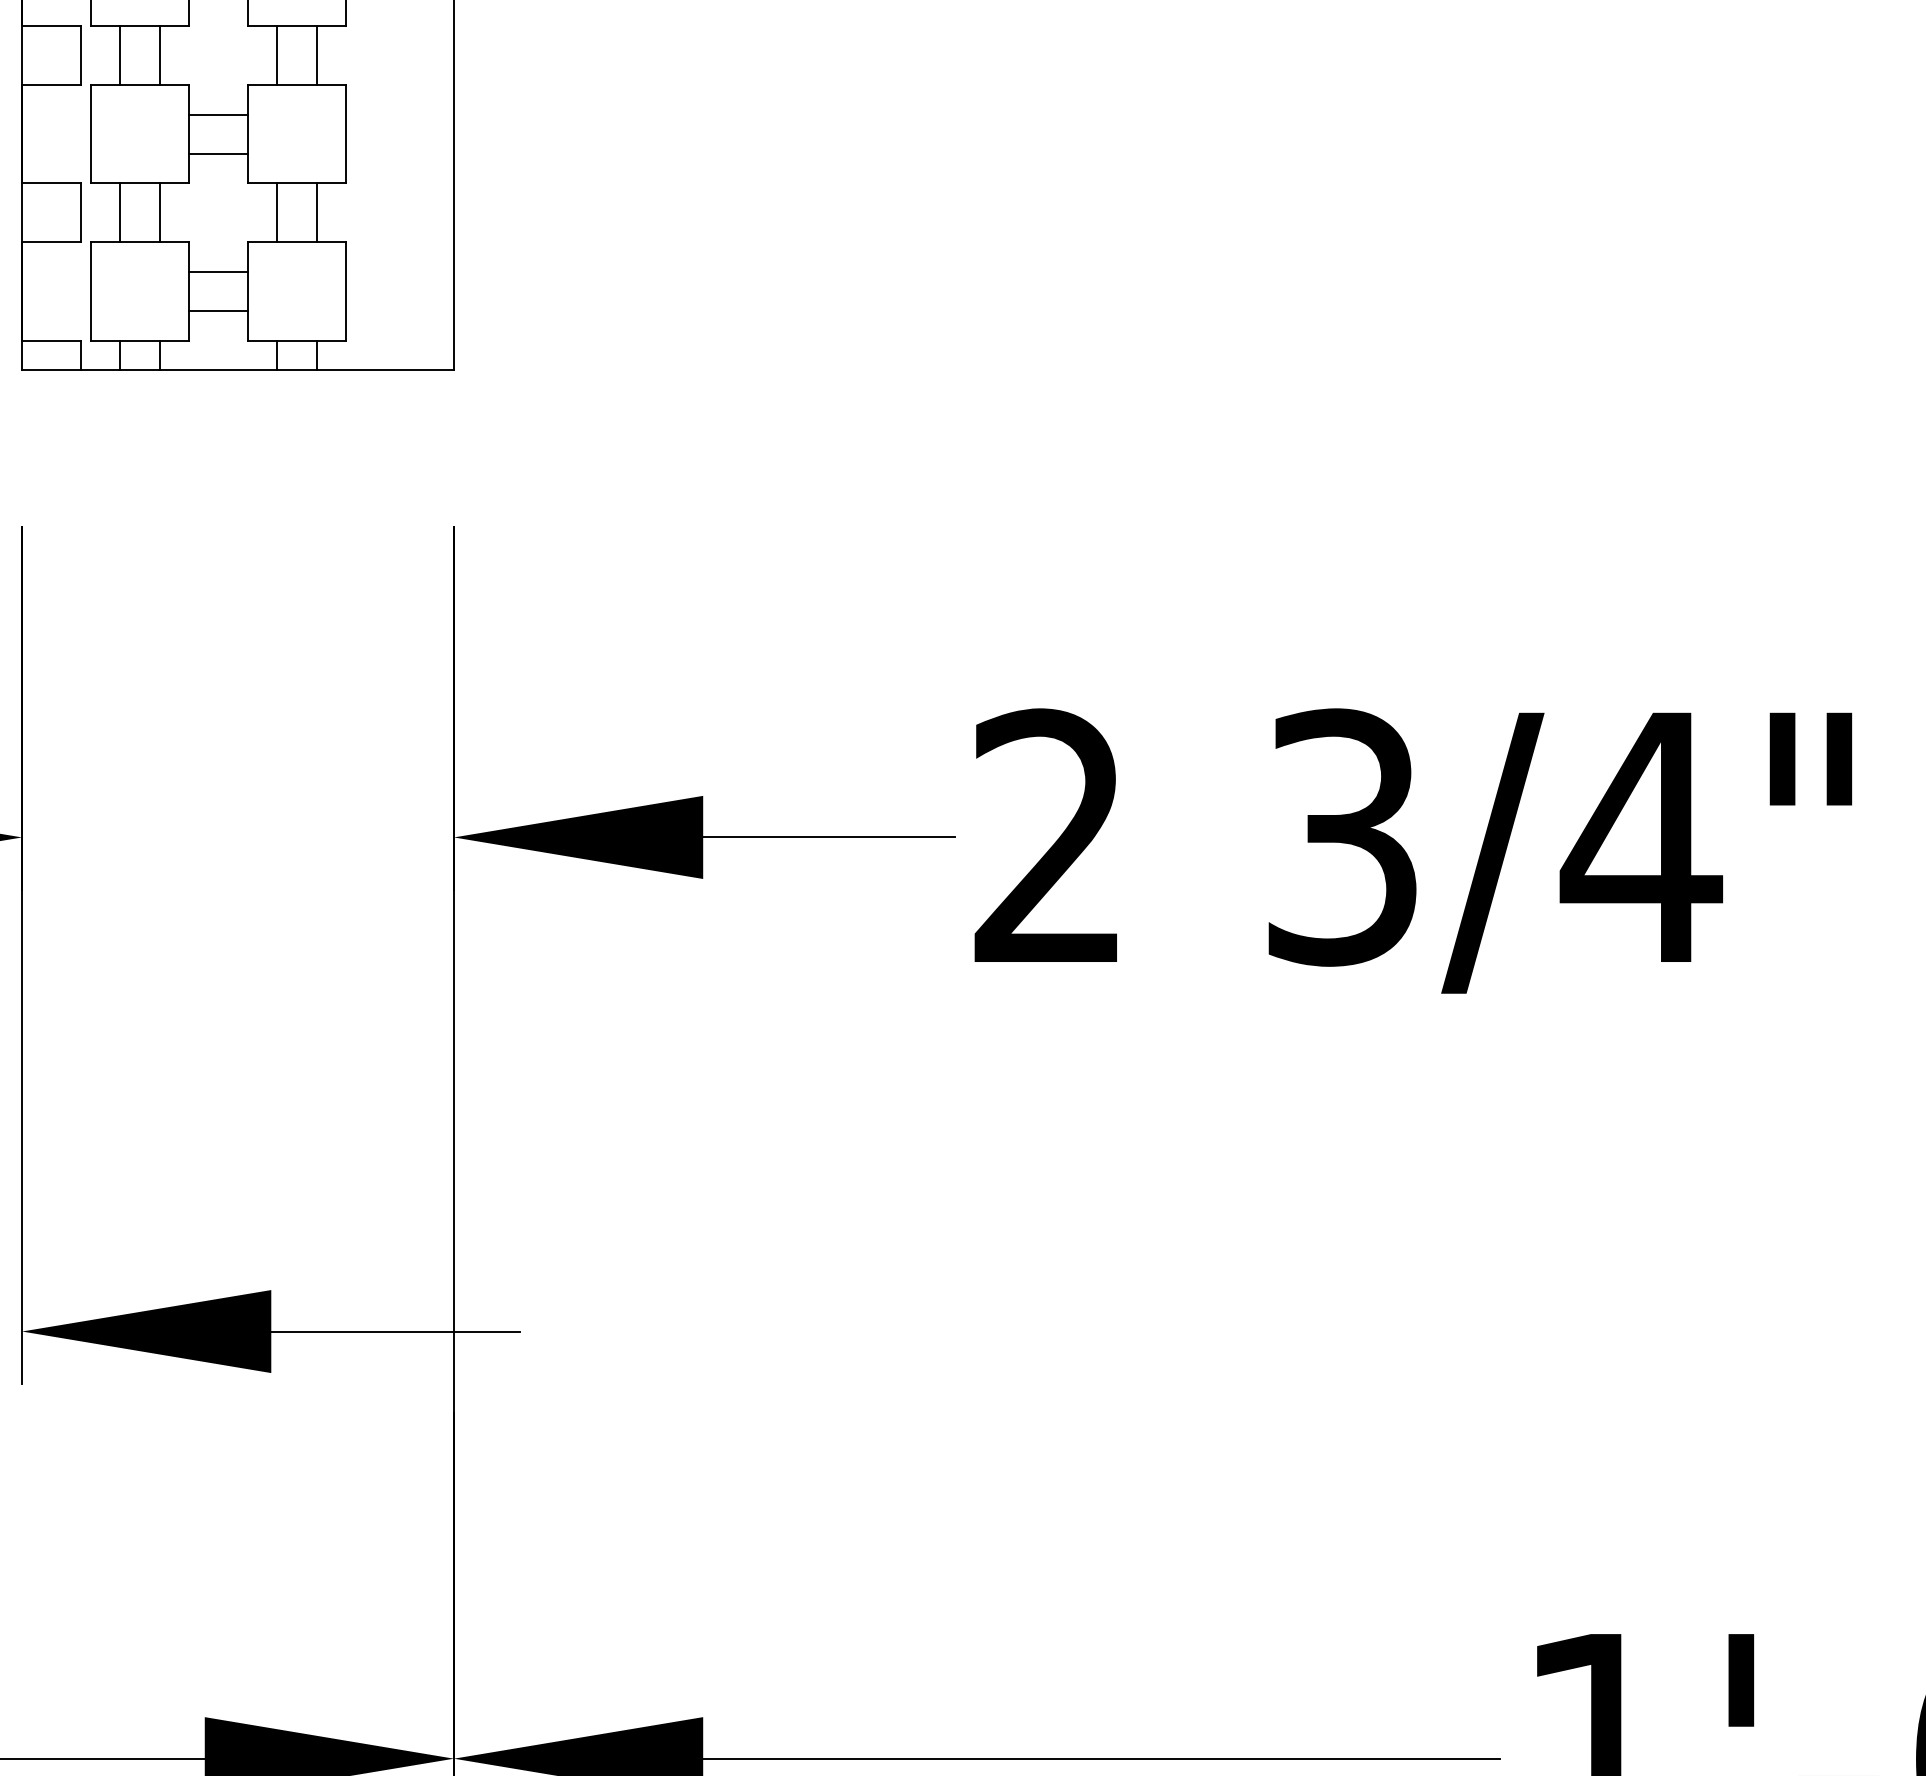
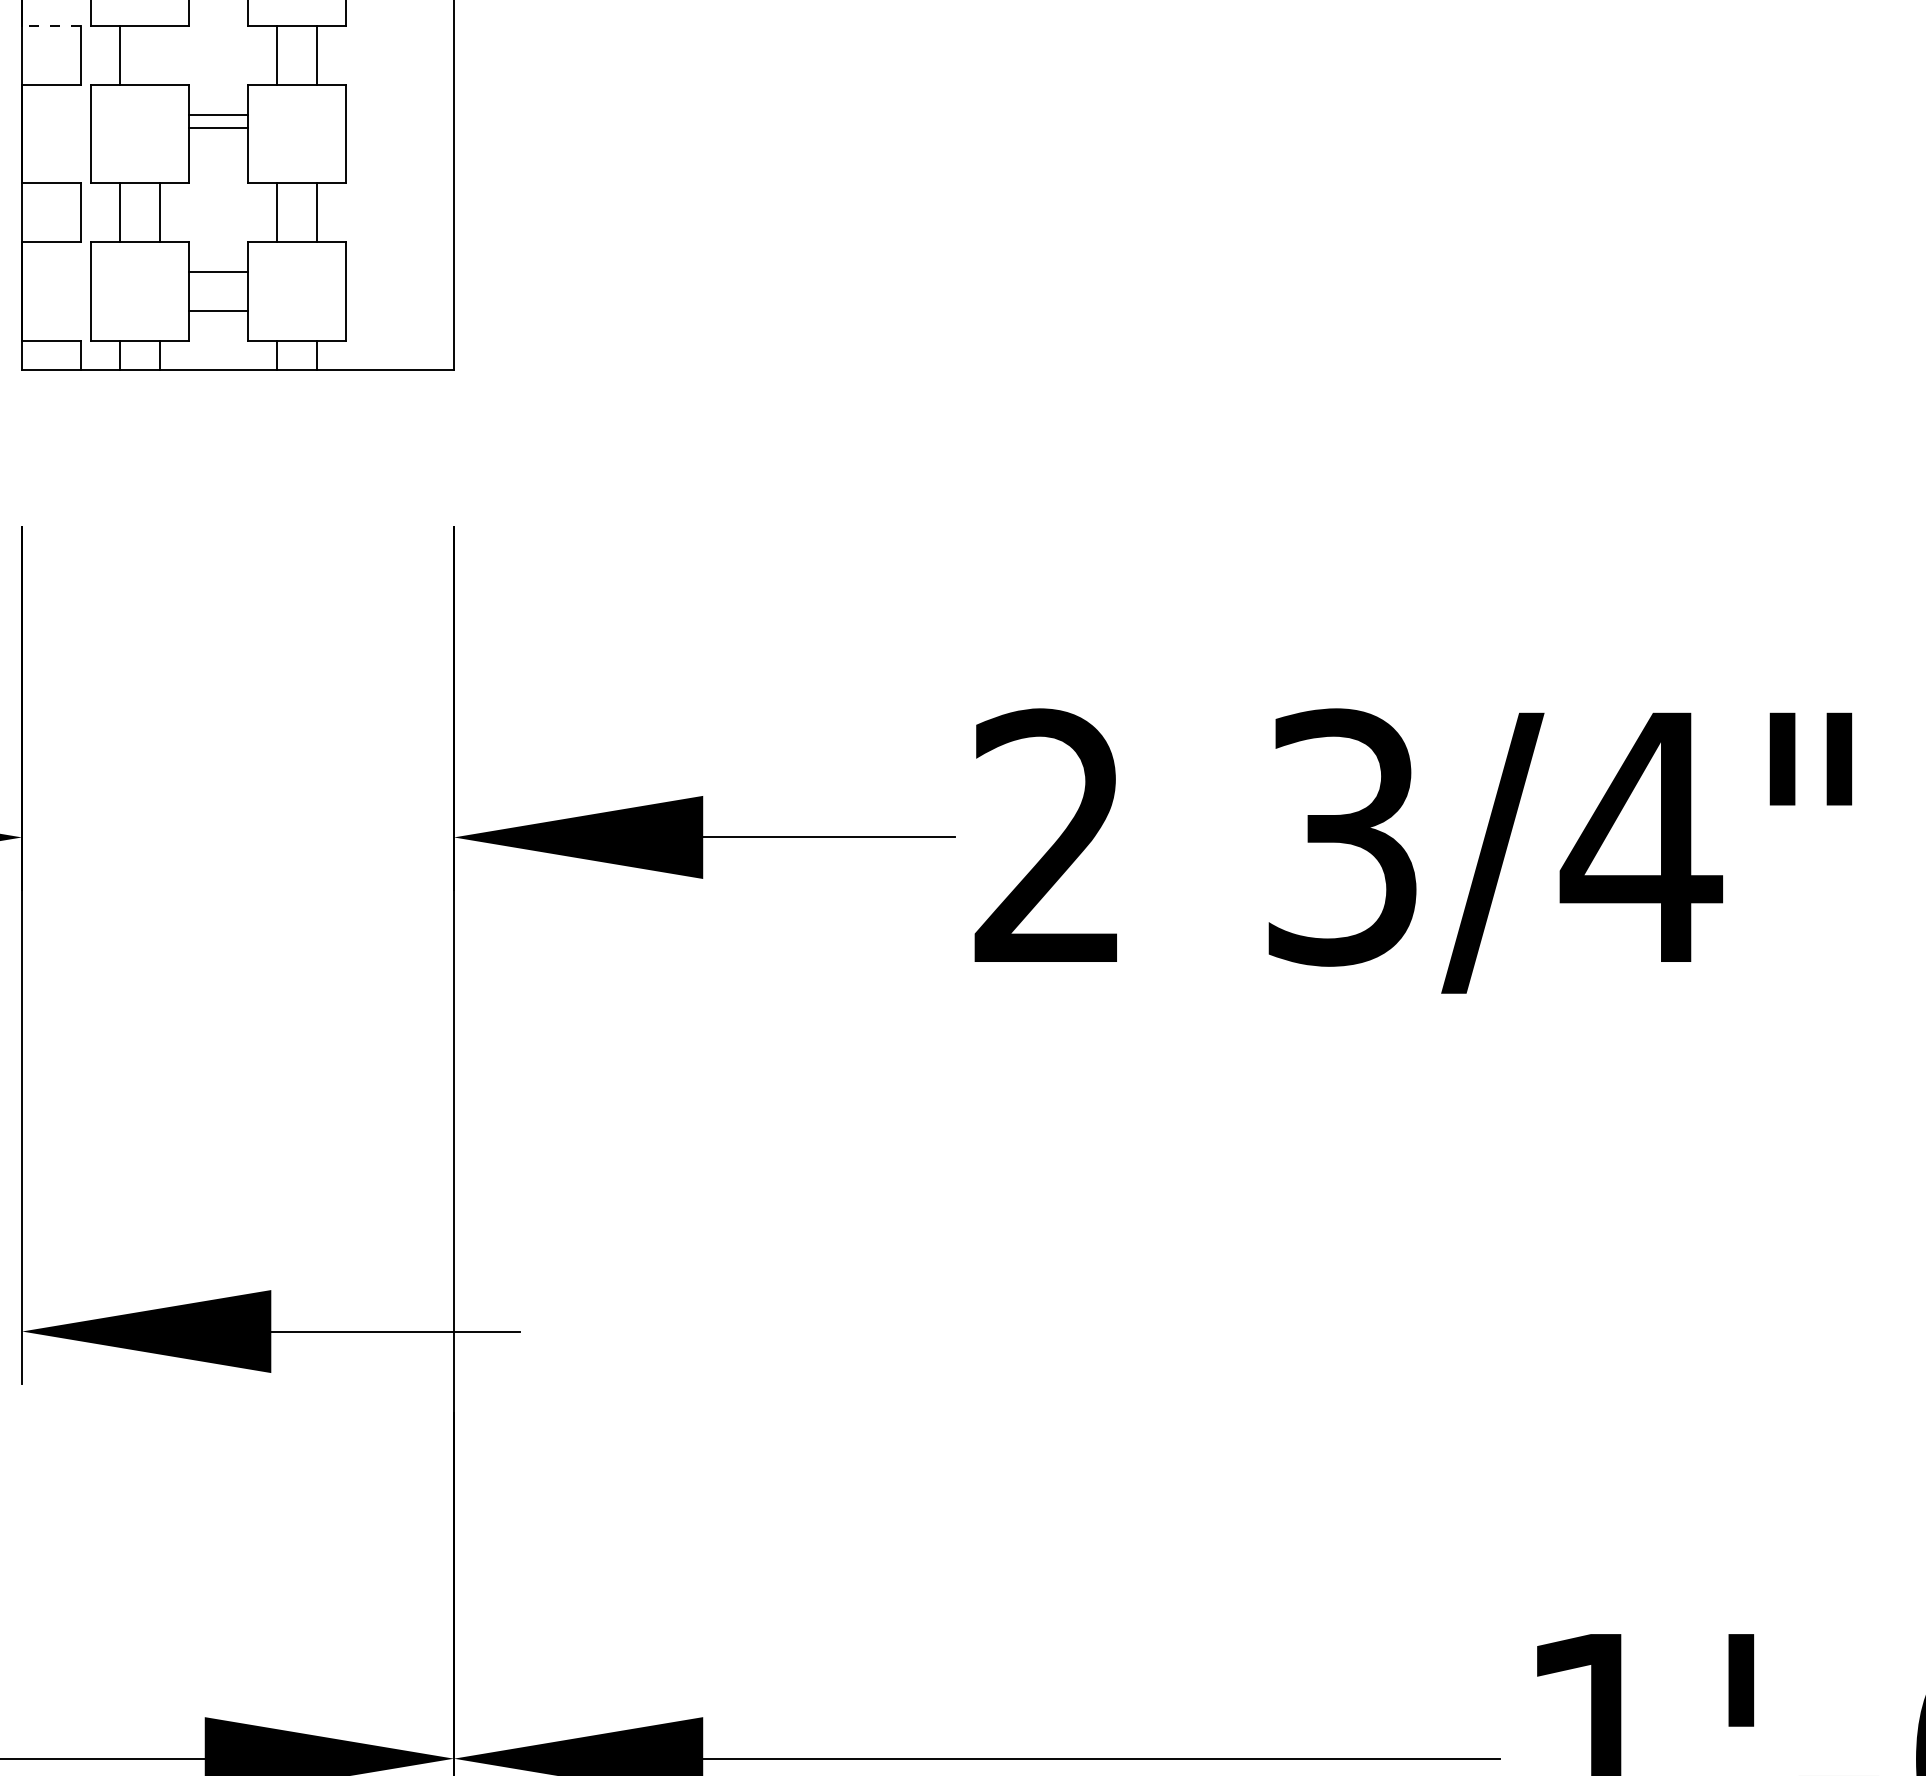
line at (51, 26): solid -> dashed
line at (159, 55): present -> none
line at (217, 154) position: (217, 154) -> (217, 128)
